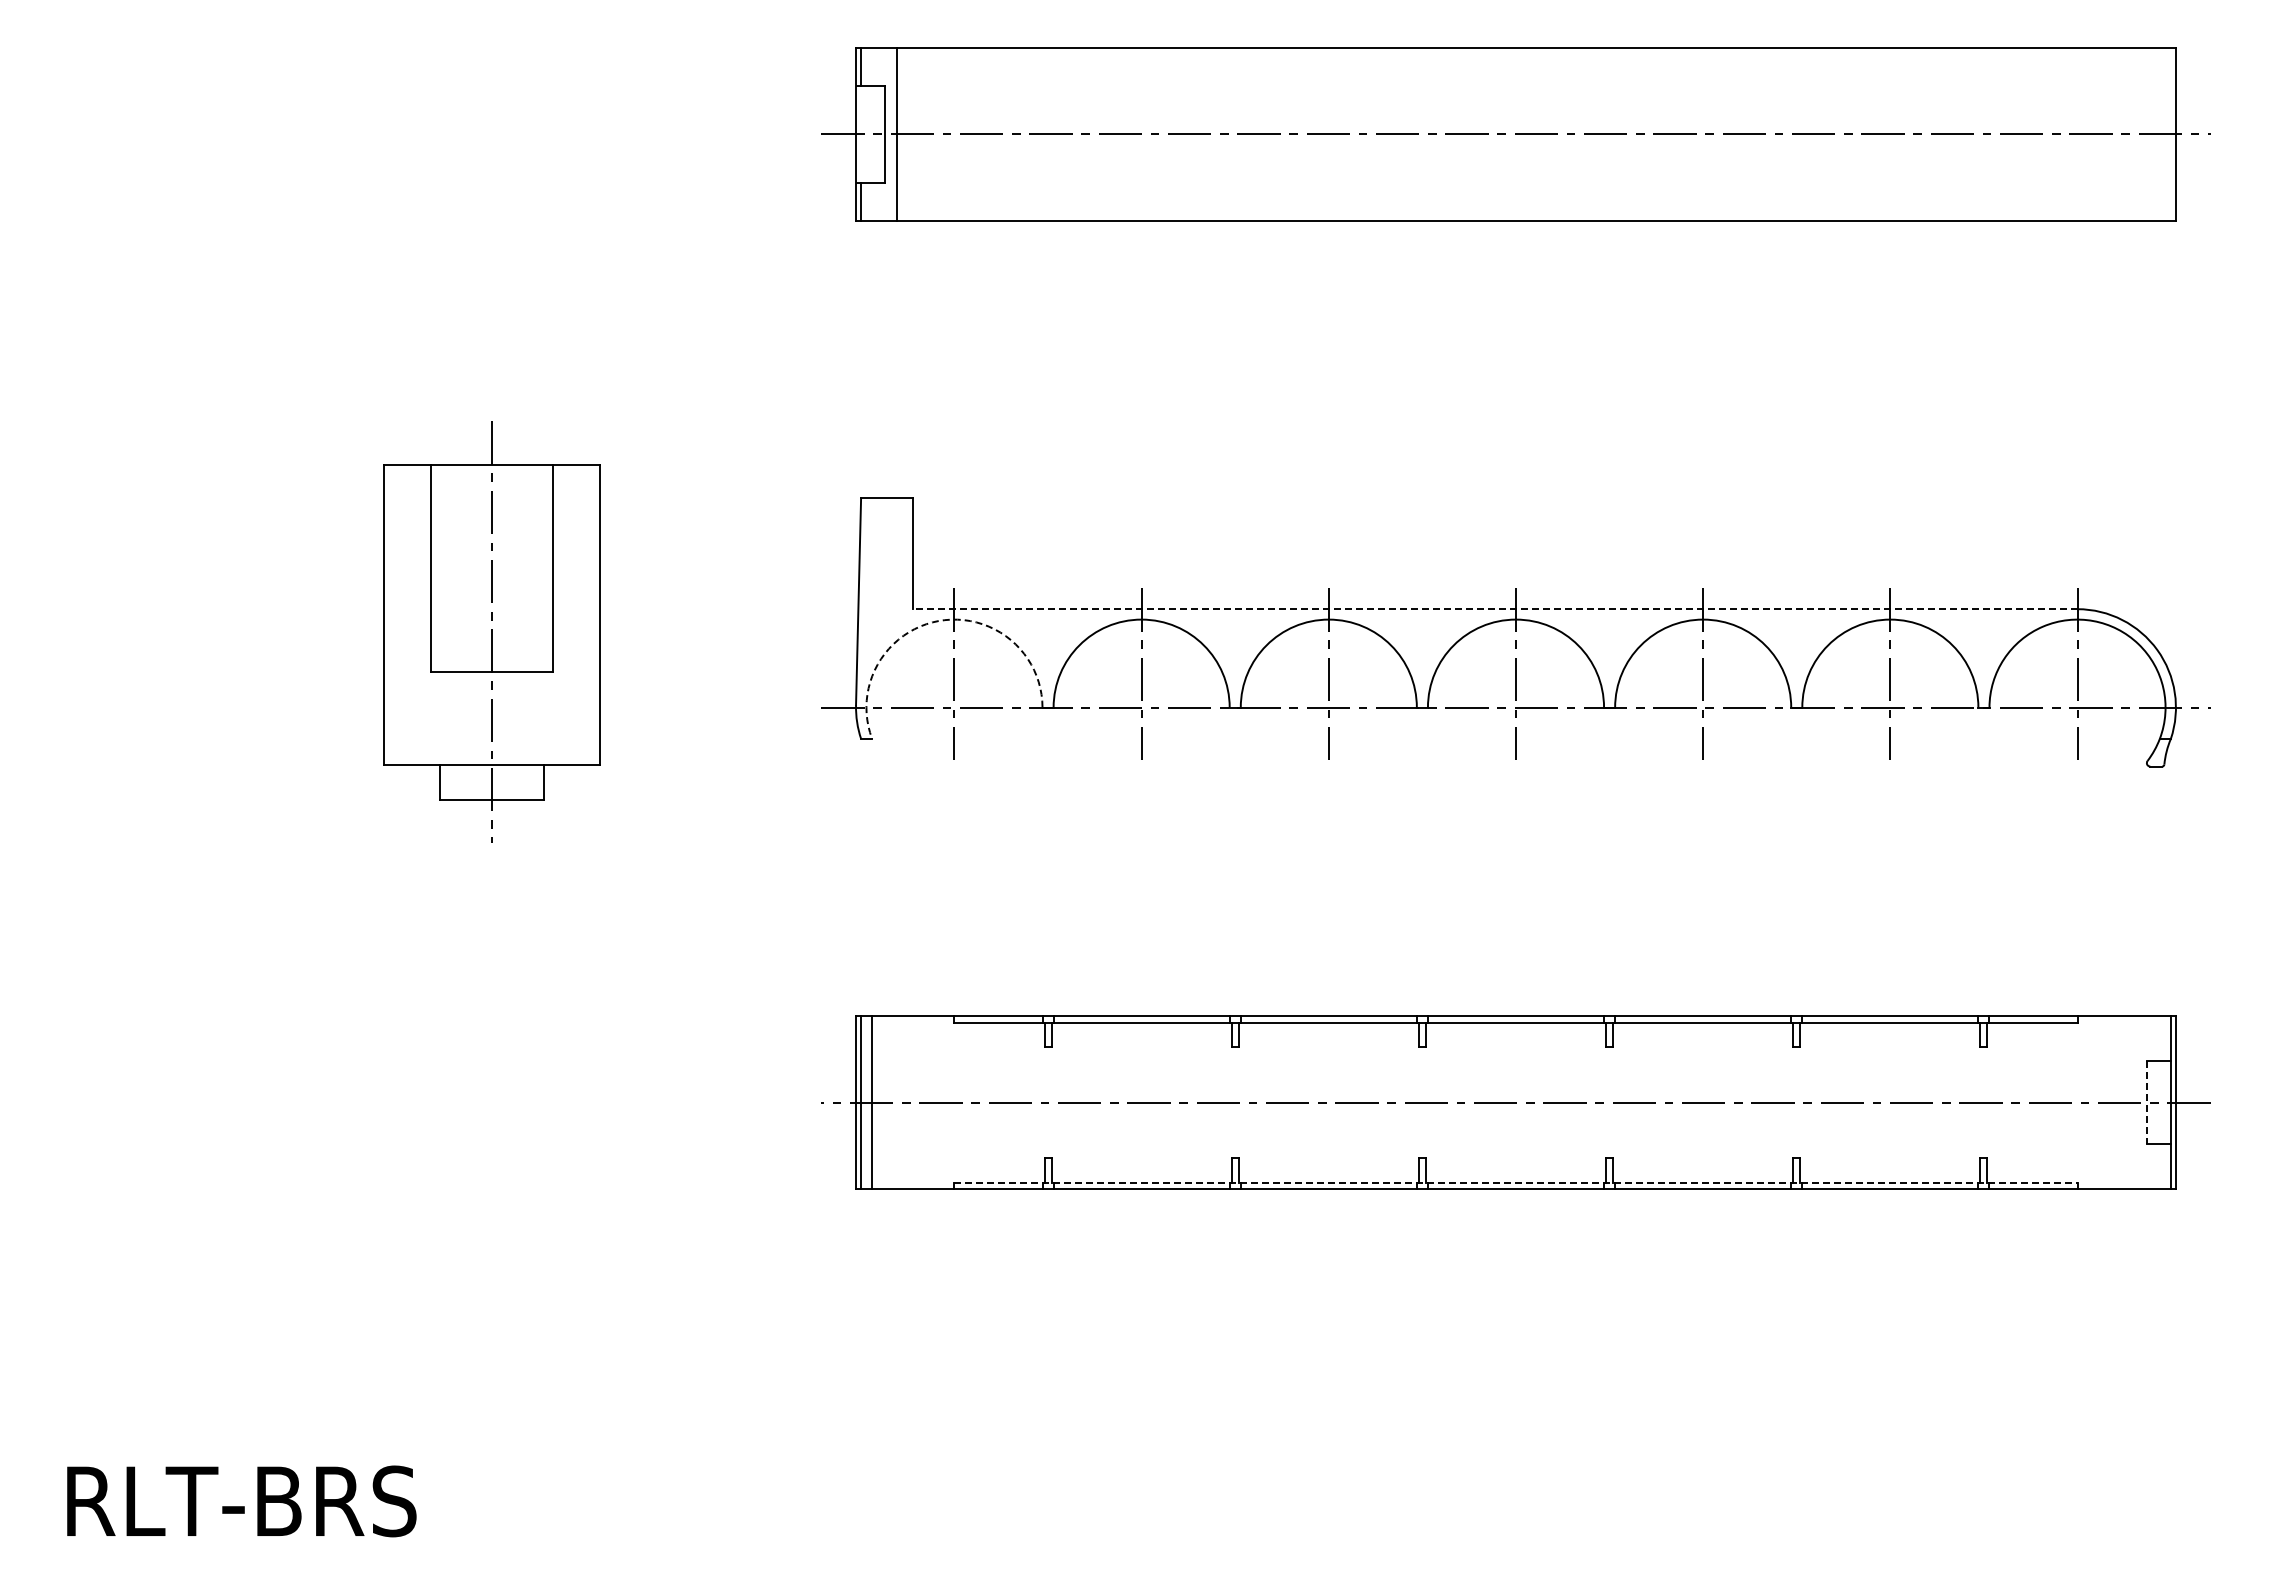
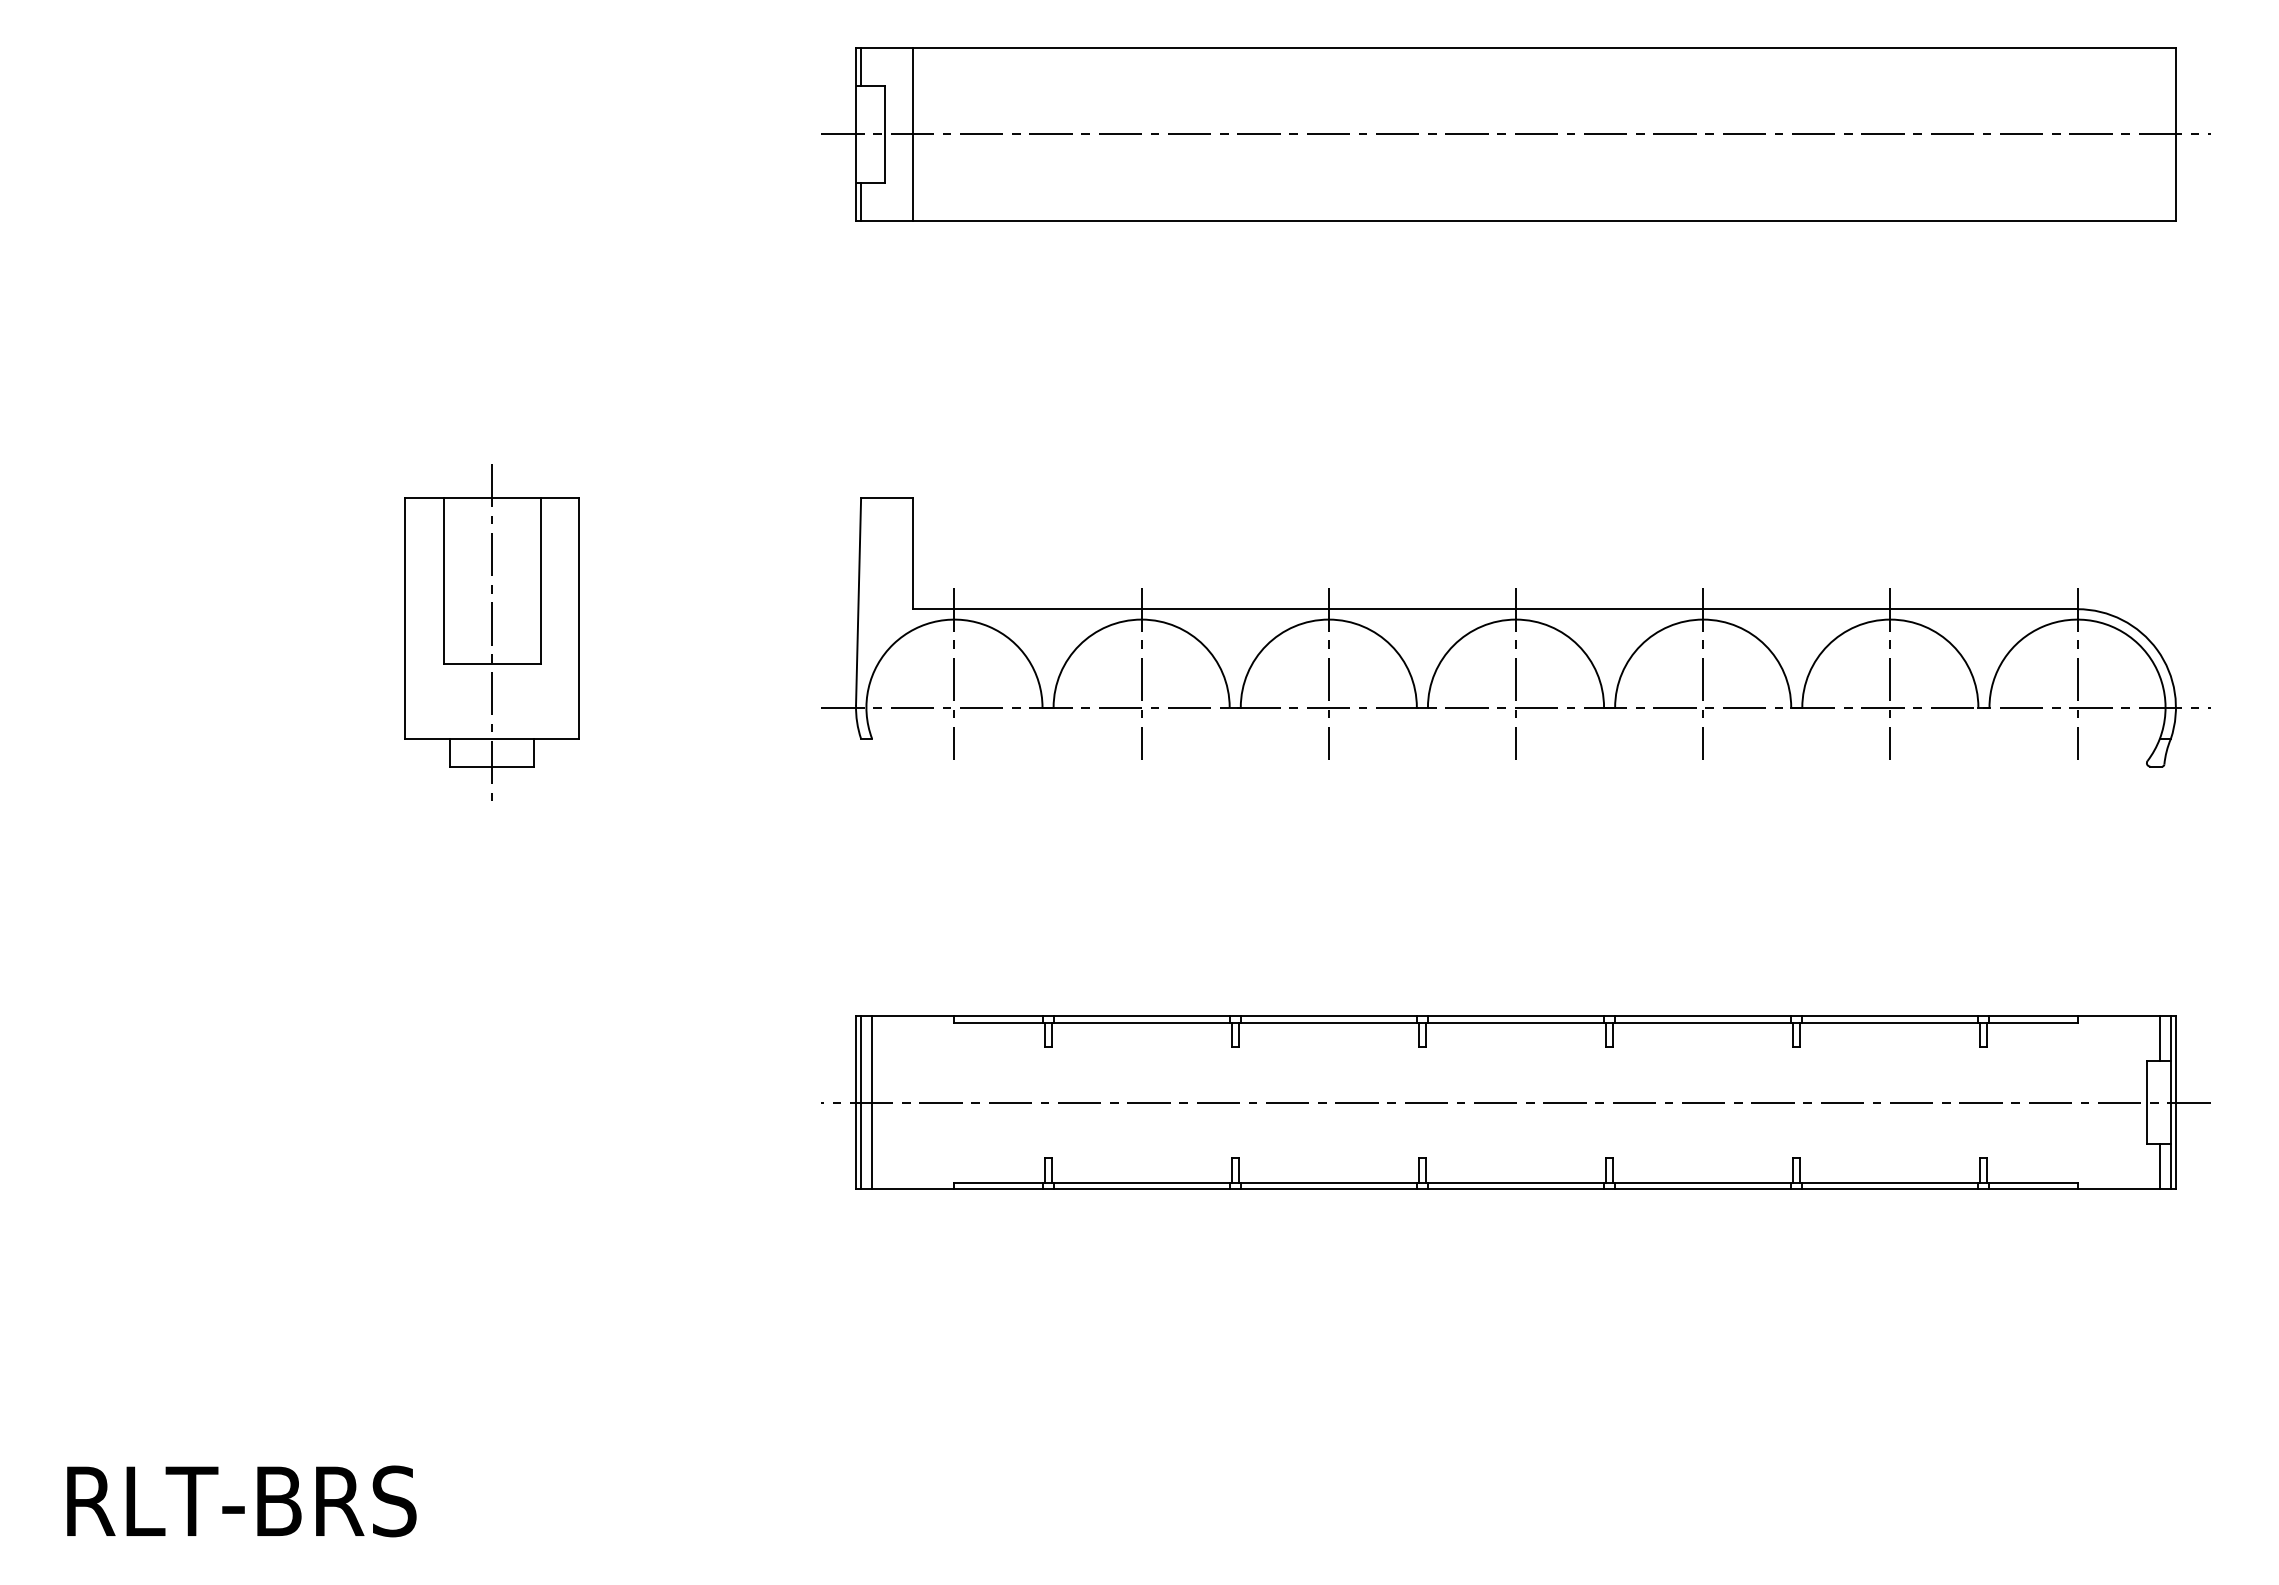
line at (896, 134) position: (896, 134) -> (912, 134)
line at (1494, 609): dashed -> solid
arc at (938, 621): dashed -> solid
part at (491, 631) size: 218x422 px -> 176x337 px
line at (2159, 1038): none -> present
line at (2146, 1102): dashed -> solid
line at (2159, 1166): none -> present
line at (1516, 1182): dashed -> solid
